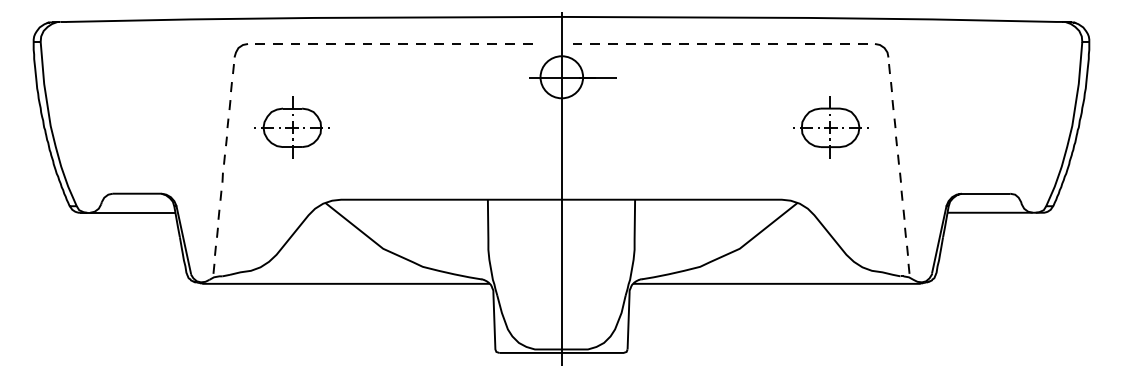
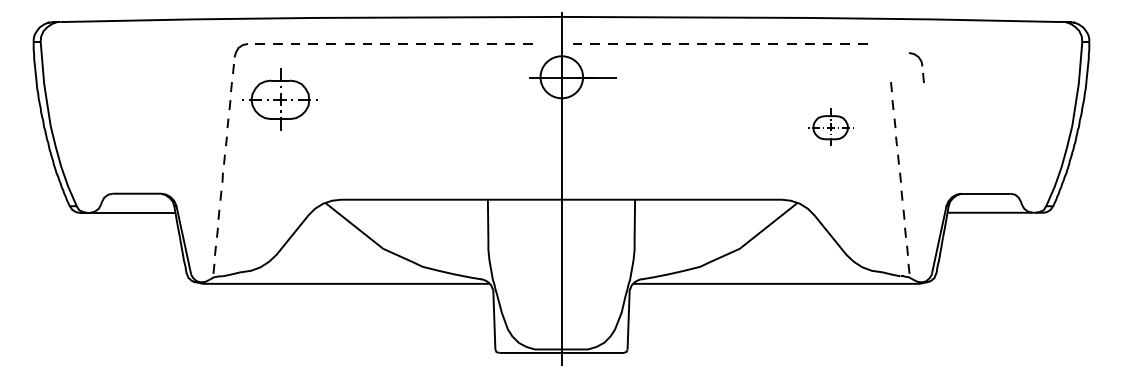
part at (882, 58) position: (882, 58) -> (916, 67)
part at (291, 127) position: (291, 127) -> (279, 99)
part at (830, 127) size: 76x63 px -> 46x38 px
